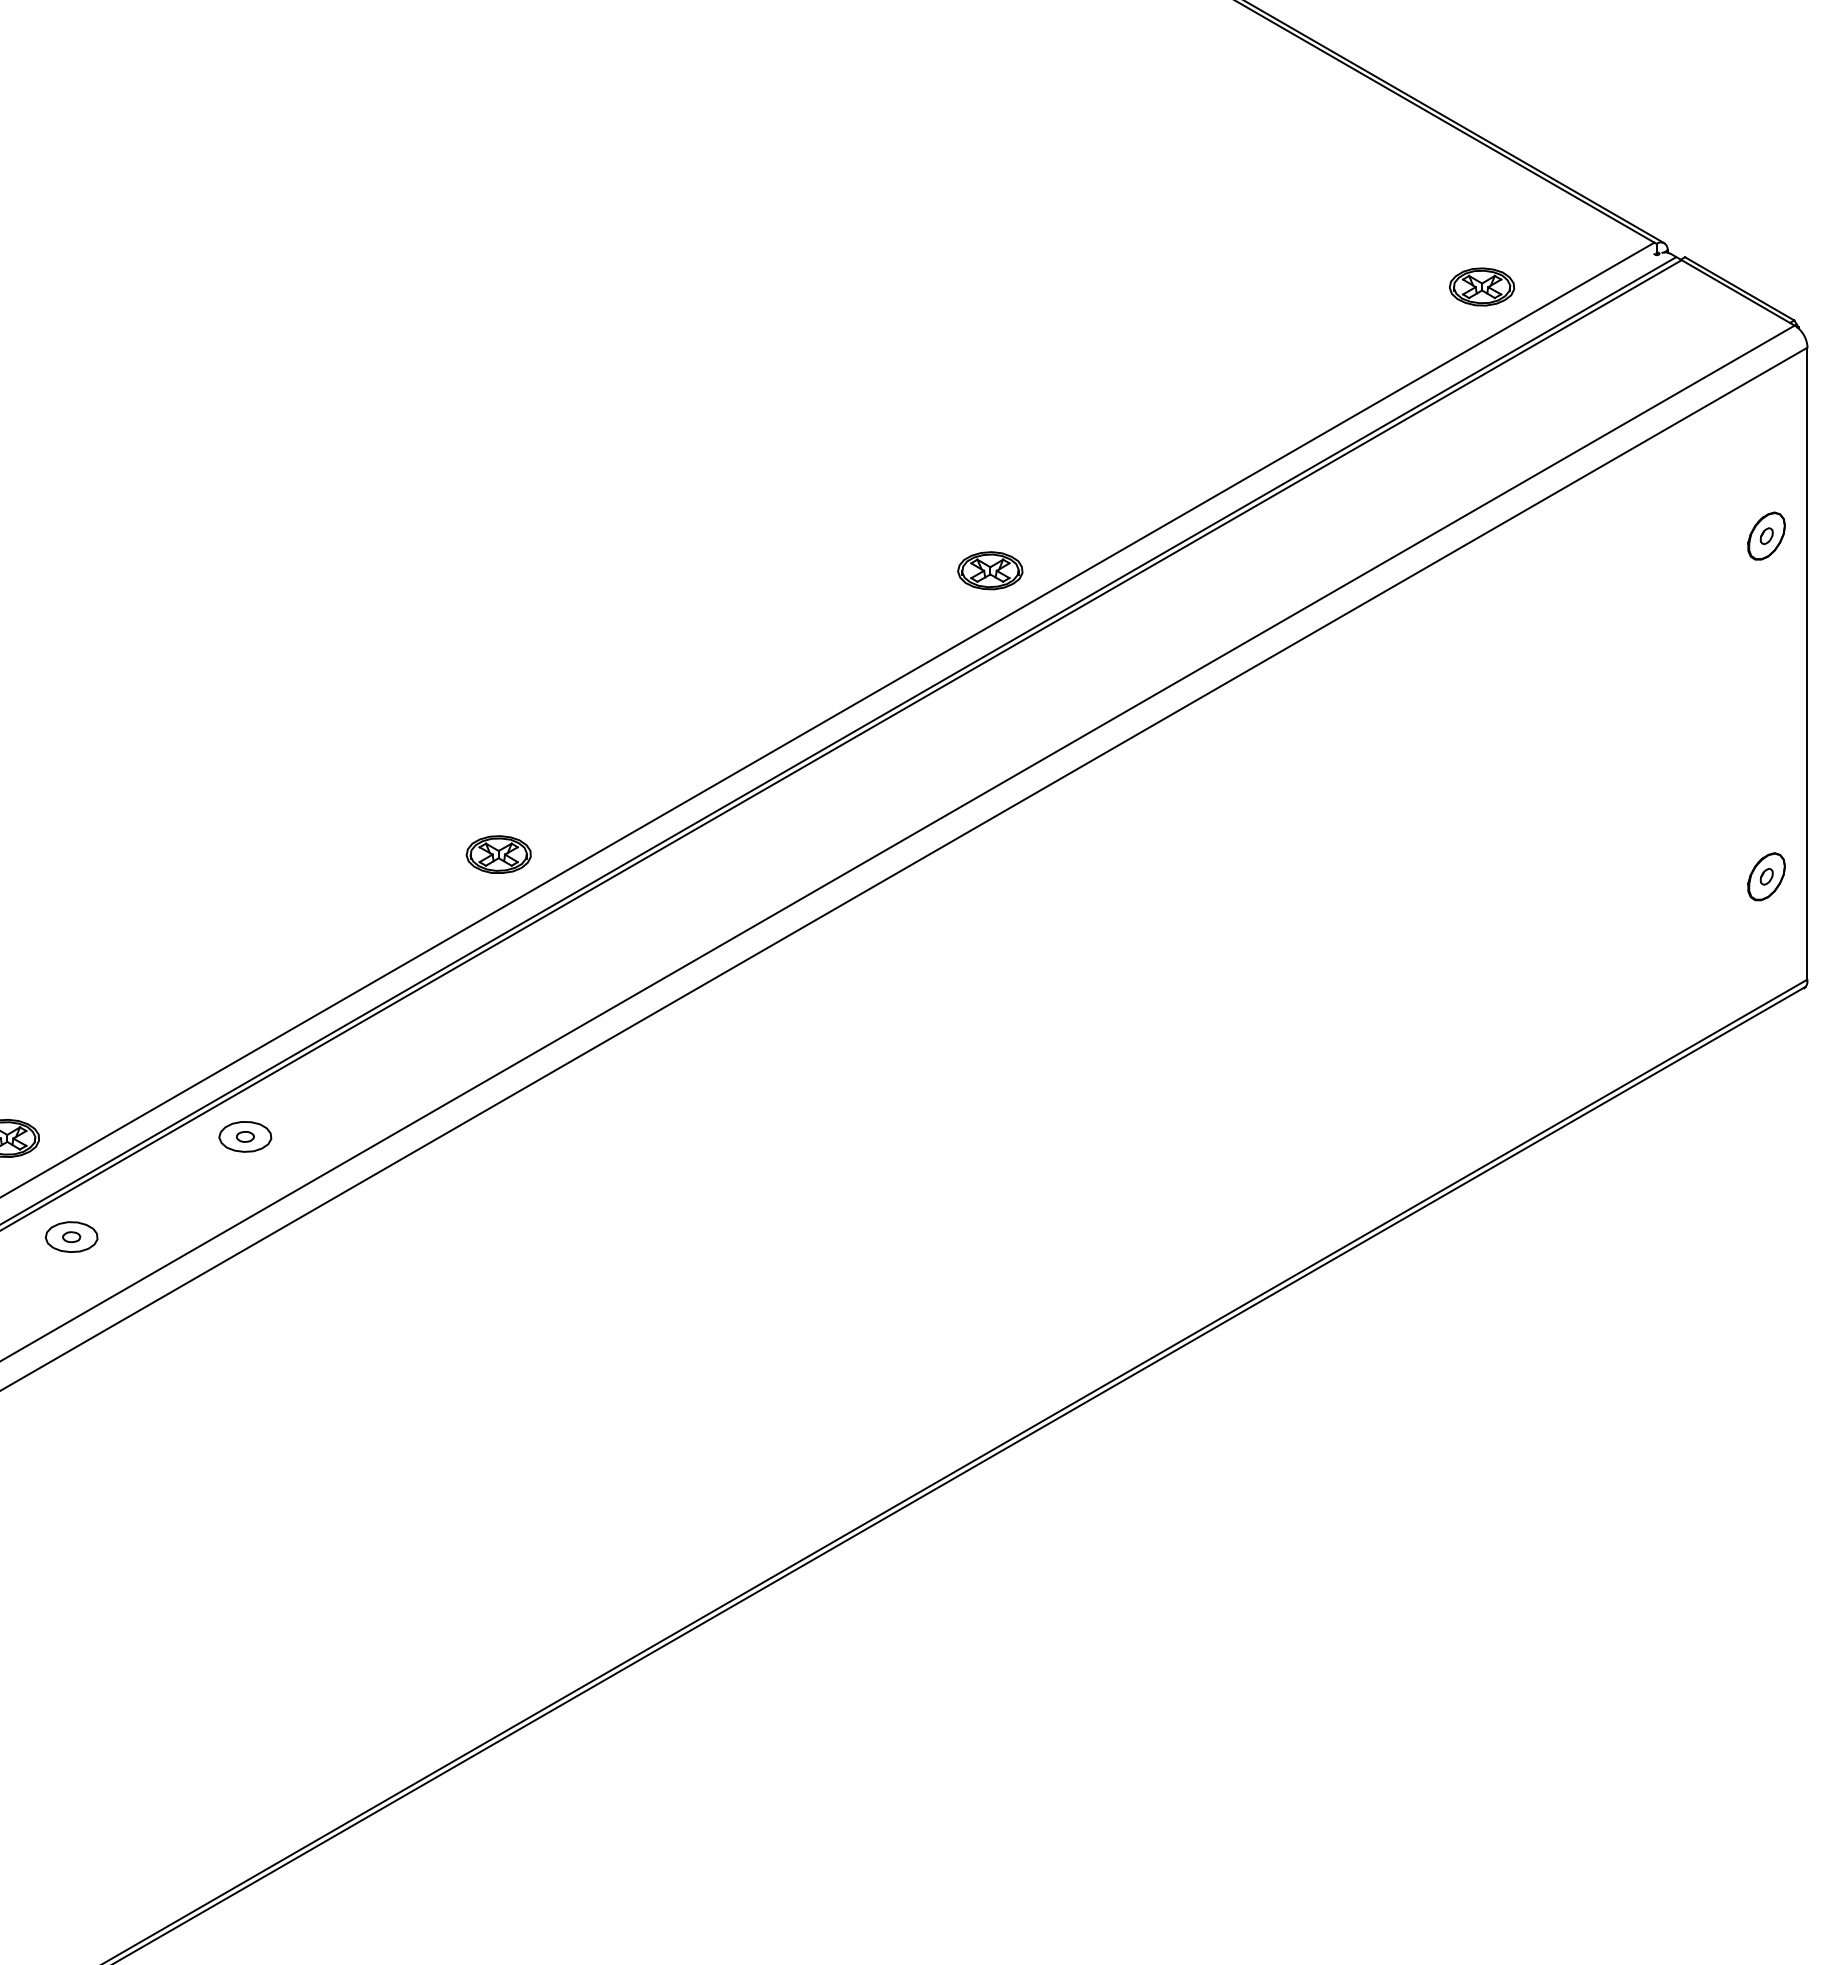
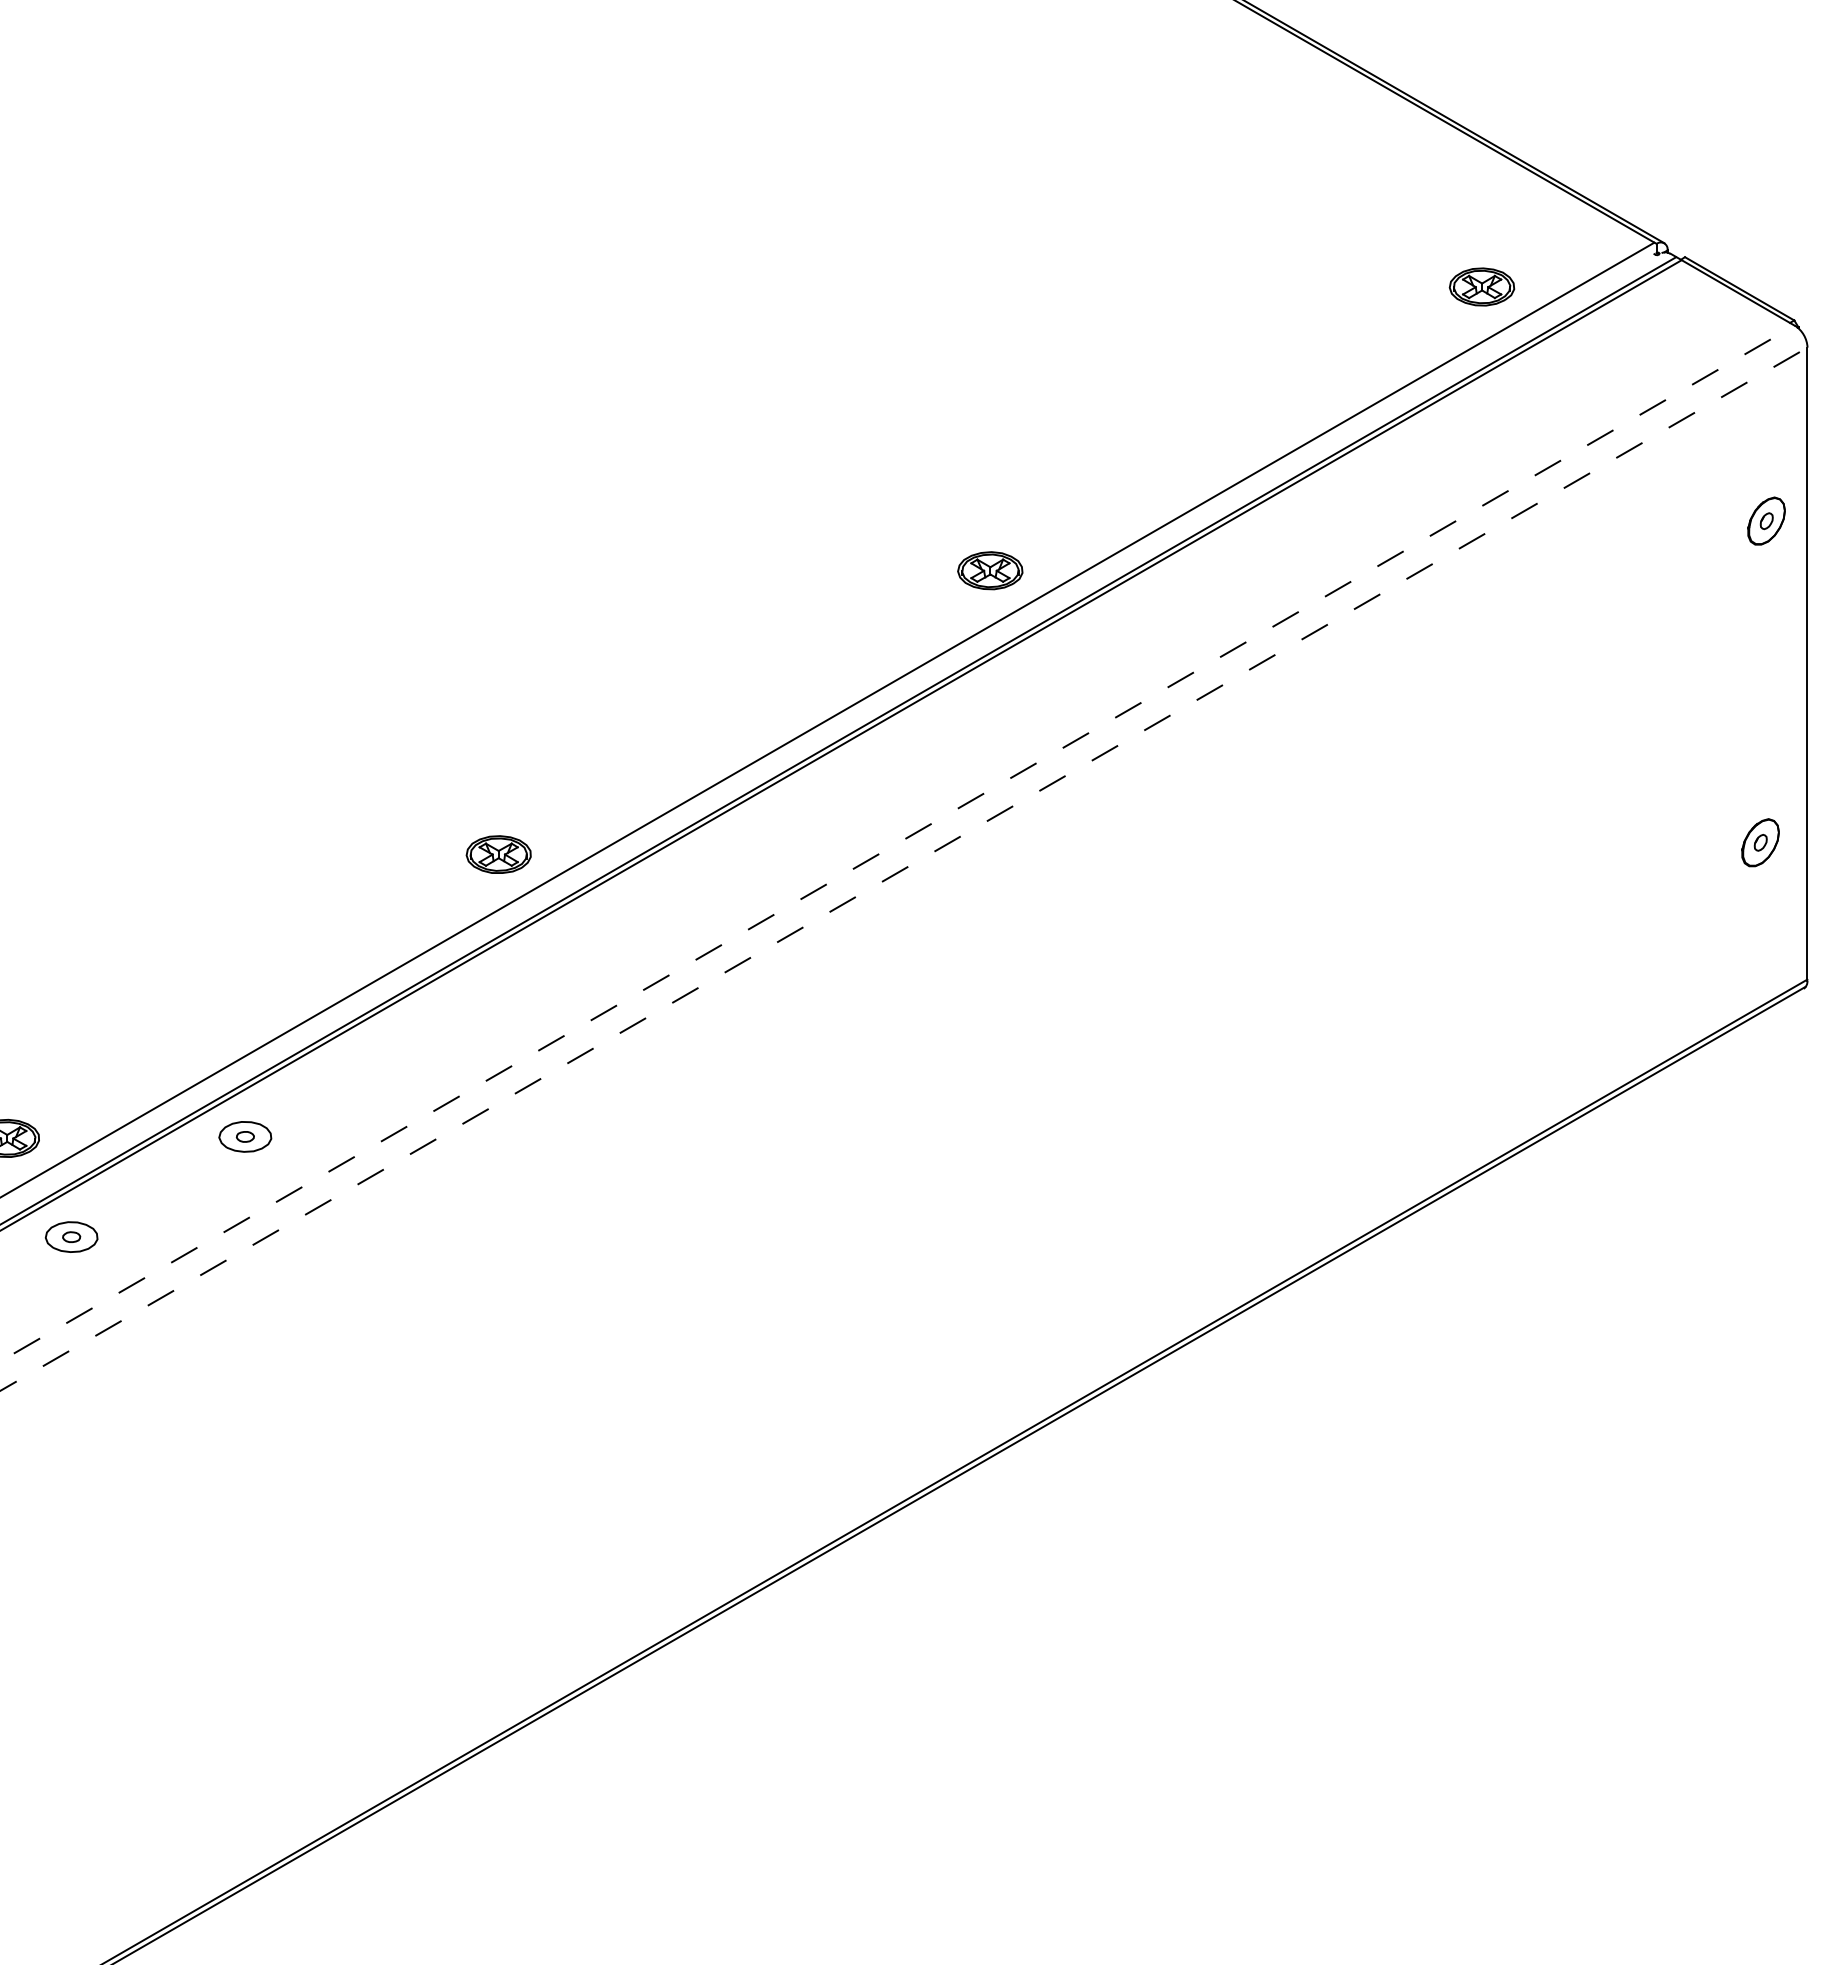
part at (1766, 535) position: (1766, 535) -> (1766, 520)
line at (898, 842): solid -> dashed
line at (904, 869): solid -> dashed
part at (1766, 876) position: (1766, 876) -> (1760, 842)
